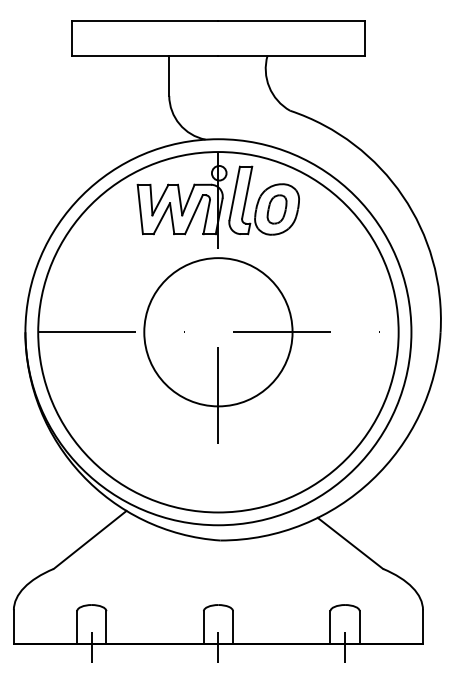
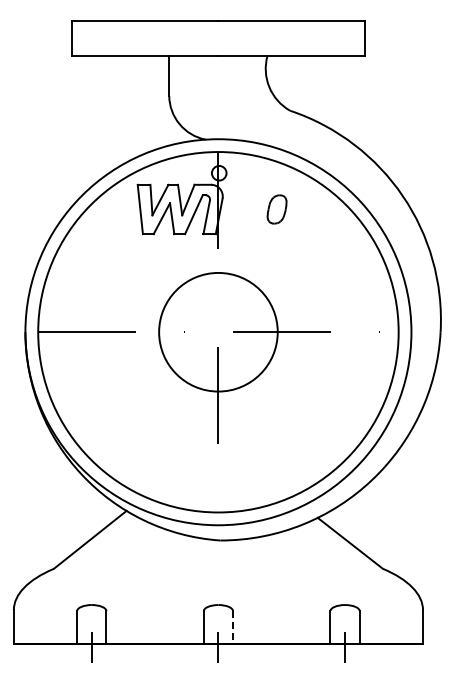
part at (263, 200): present -> none
circle at (218, 332) diameter: 148 px -> 119 px
line at (233, 628): solid -> dashed
